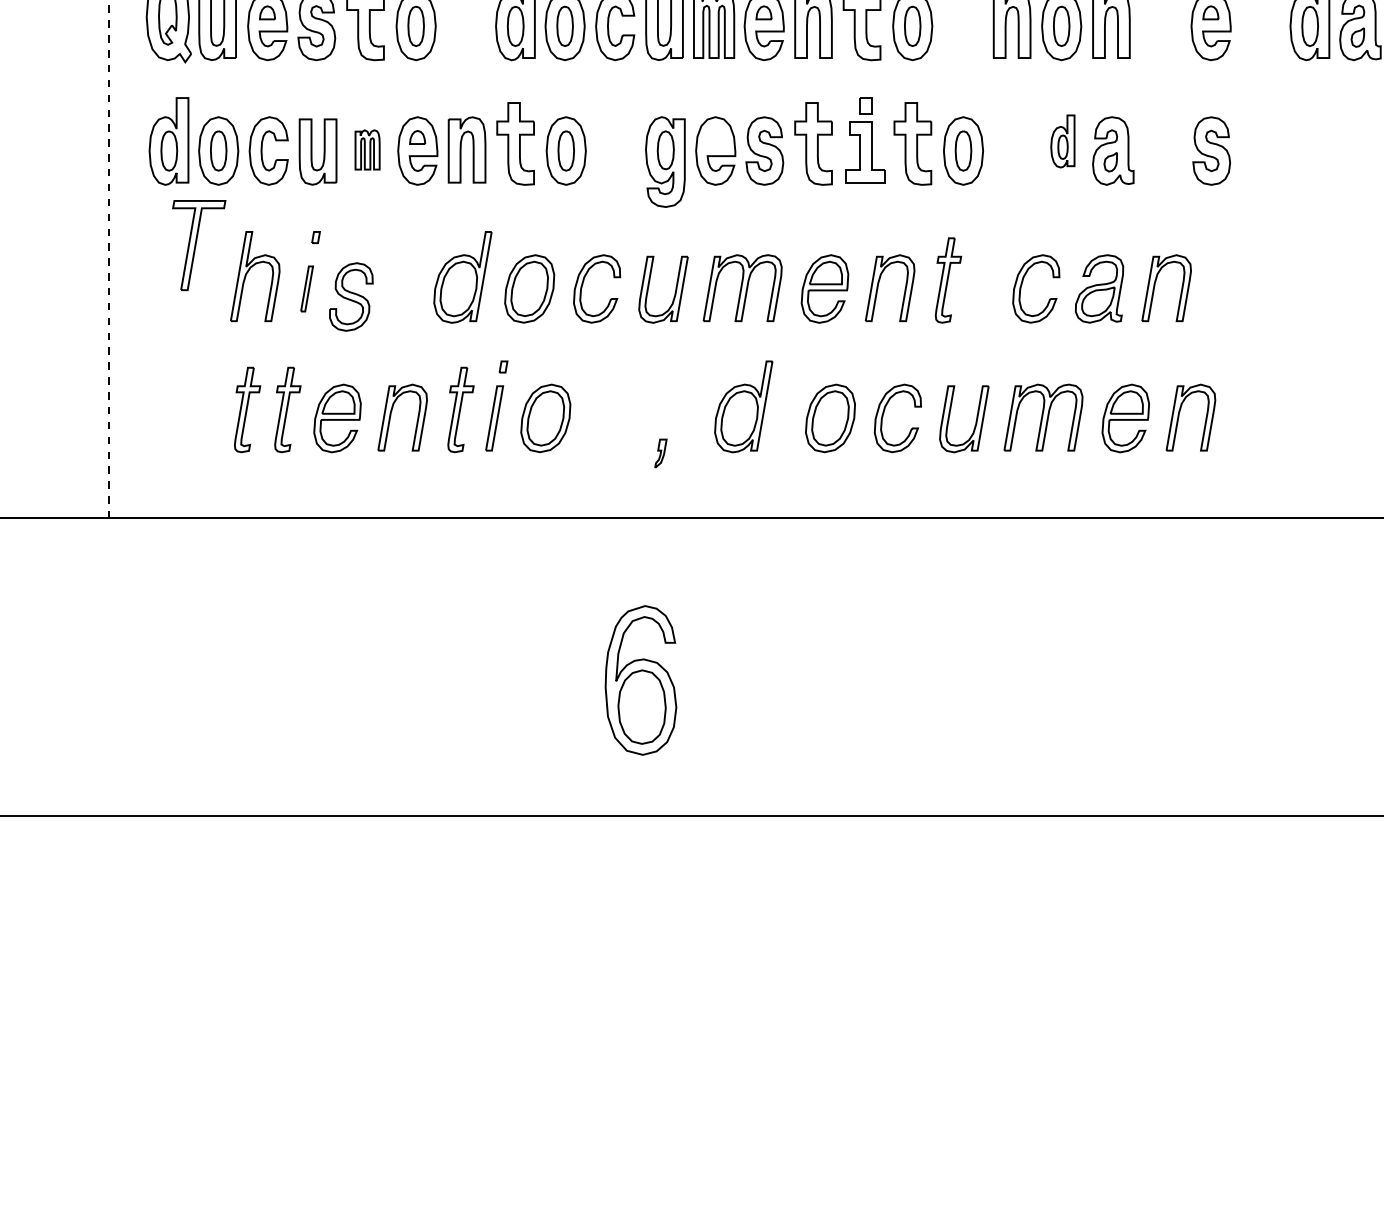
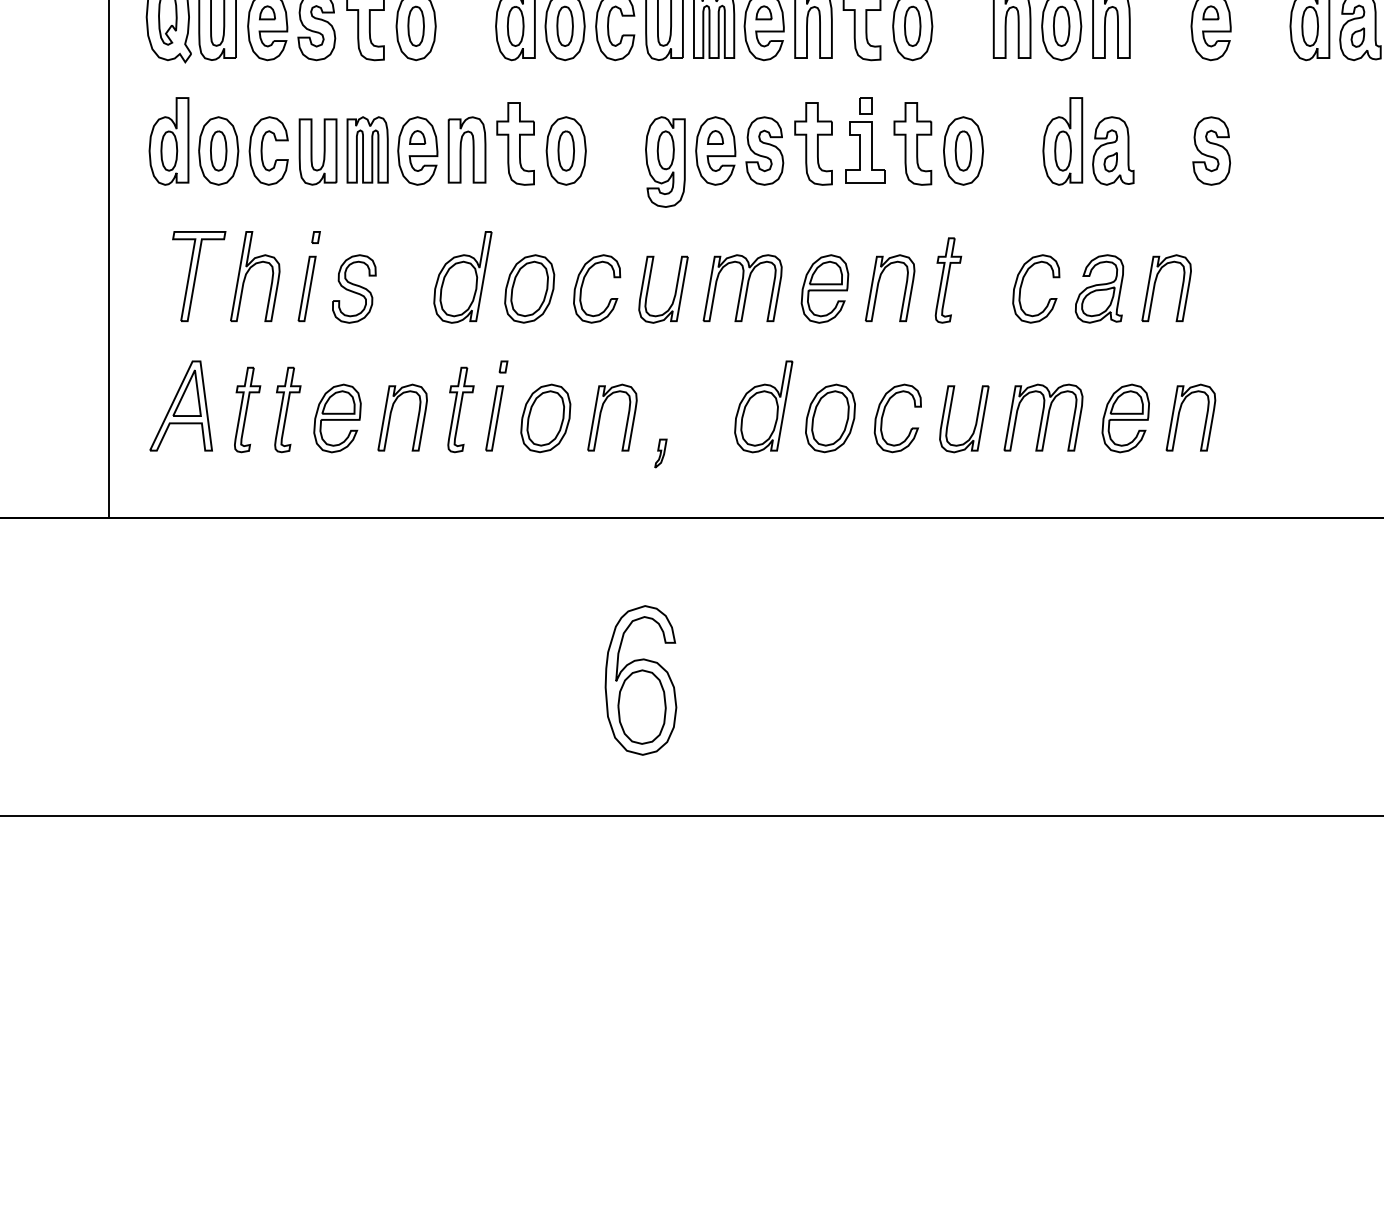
part at (715, 137): none -> present
part at (1062, 141) size: 26x55 px -> 42x89 px
part at (367, 149) size: 27x42 px -> 43x68 px
part at (199, 245) position: (199, 245) -> (199, 276)
line at (108, 259): dashed -> solid
part at (306, 288) size: 14x48 px -> 20x68 px
part at (351, 296) position: (351, 296) -> (354, 288)
part at (180, 405): none -> present
part at (743, 406) position: (743, 406) -> (763, 406)
part at (601, 414): none -> present
